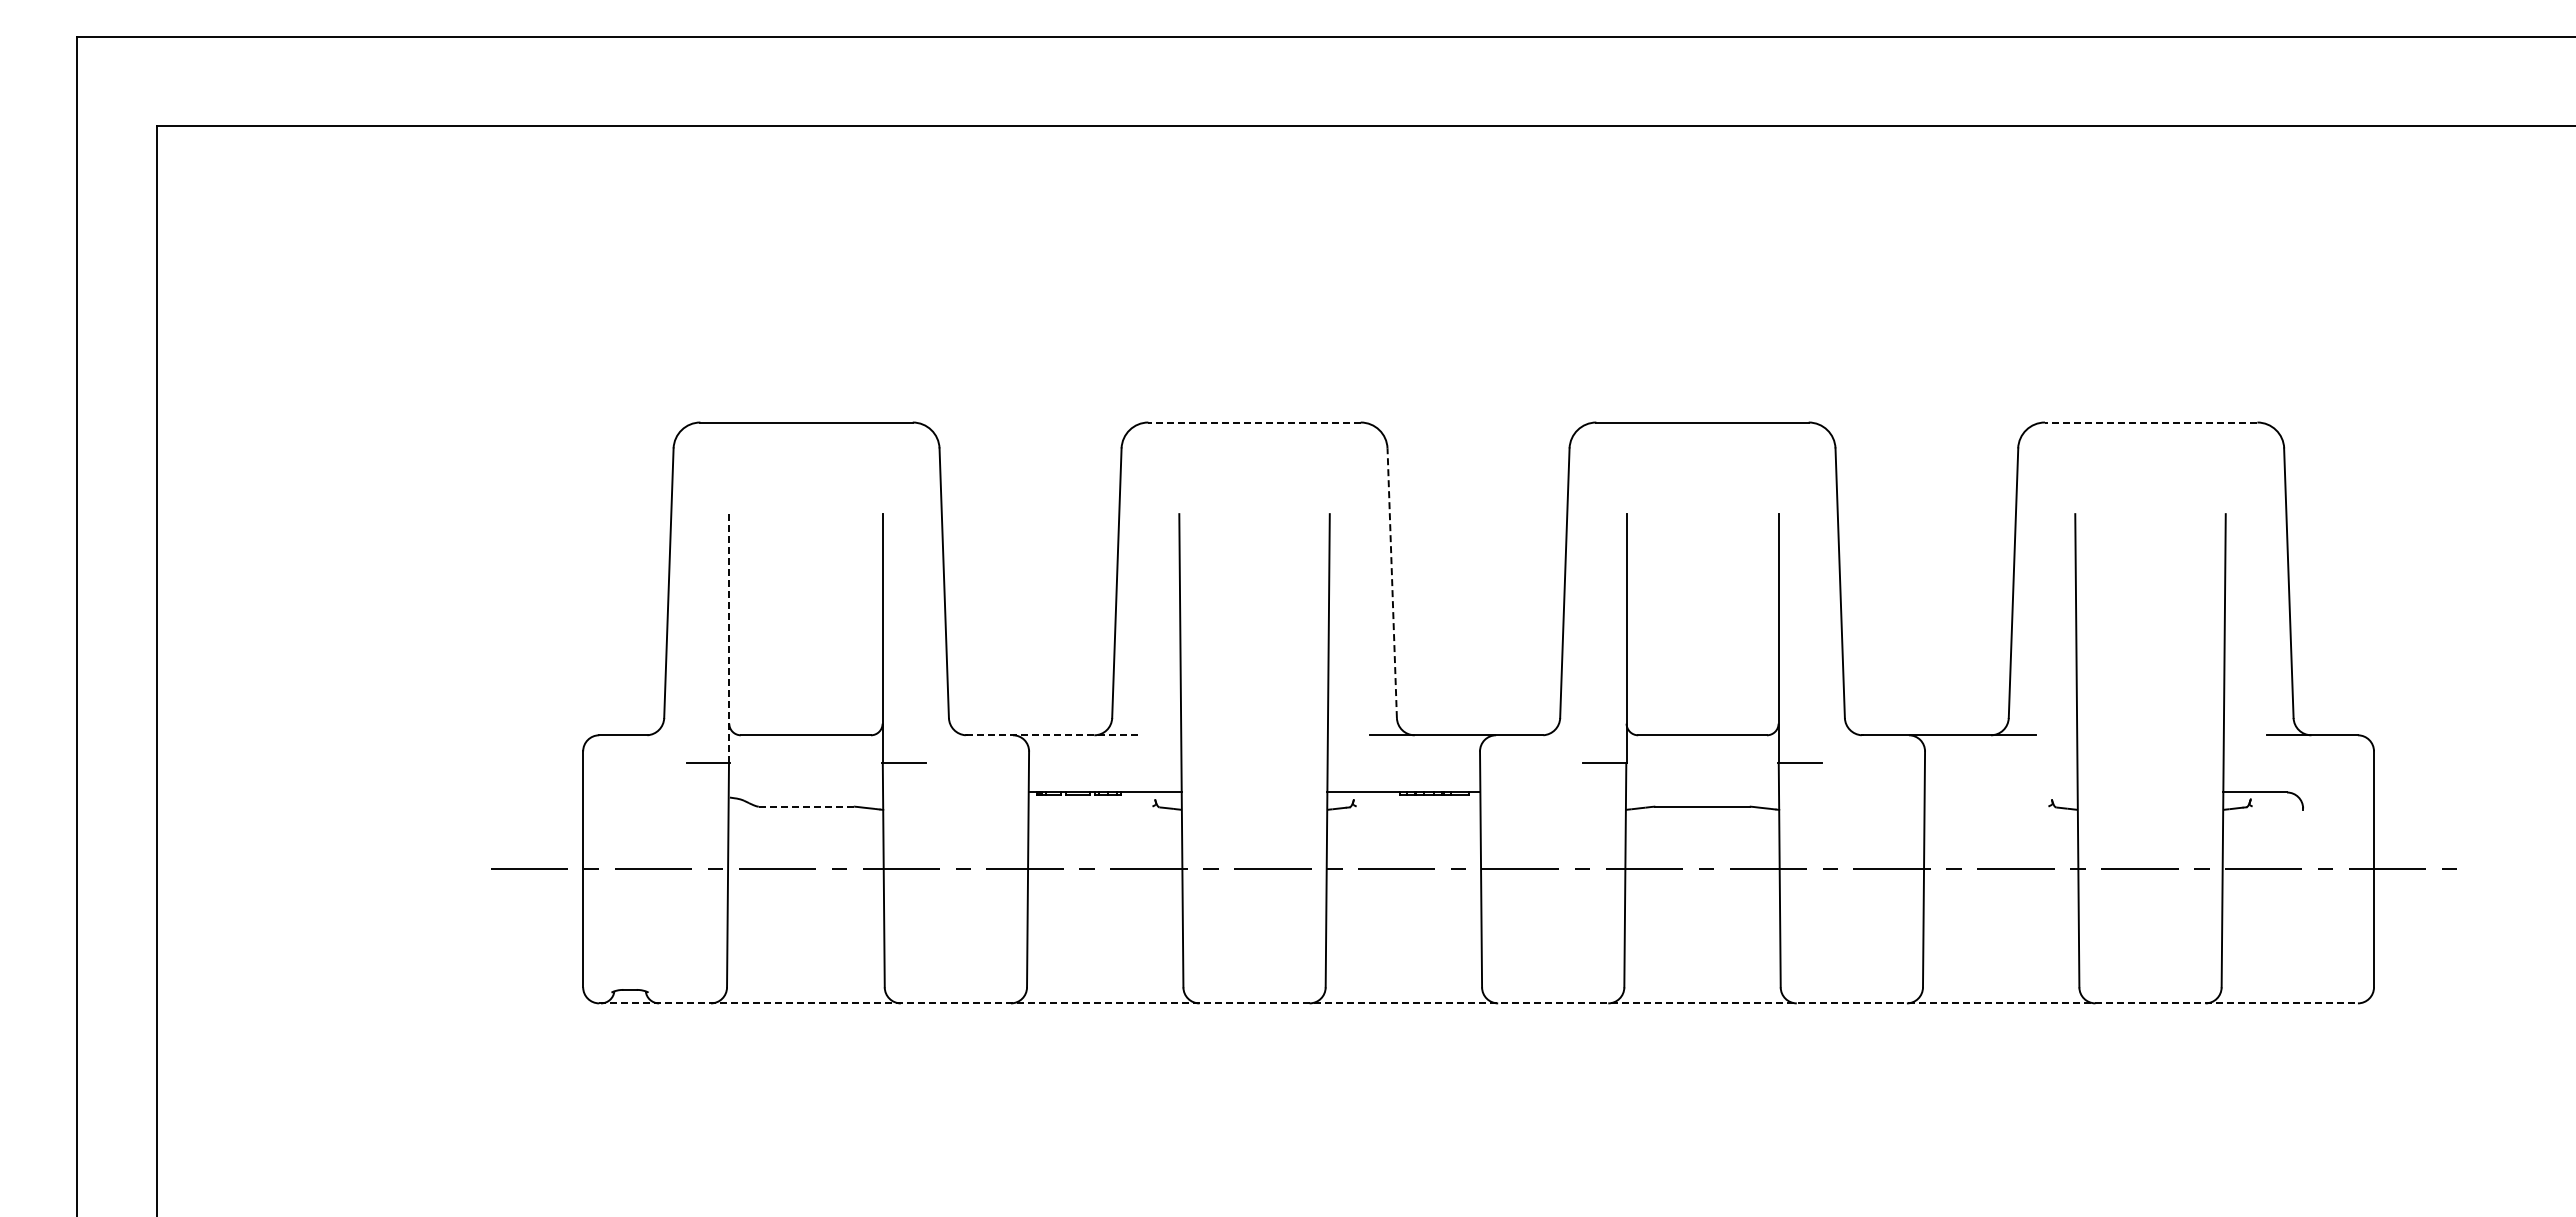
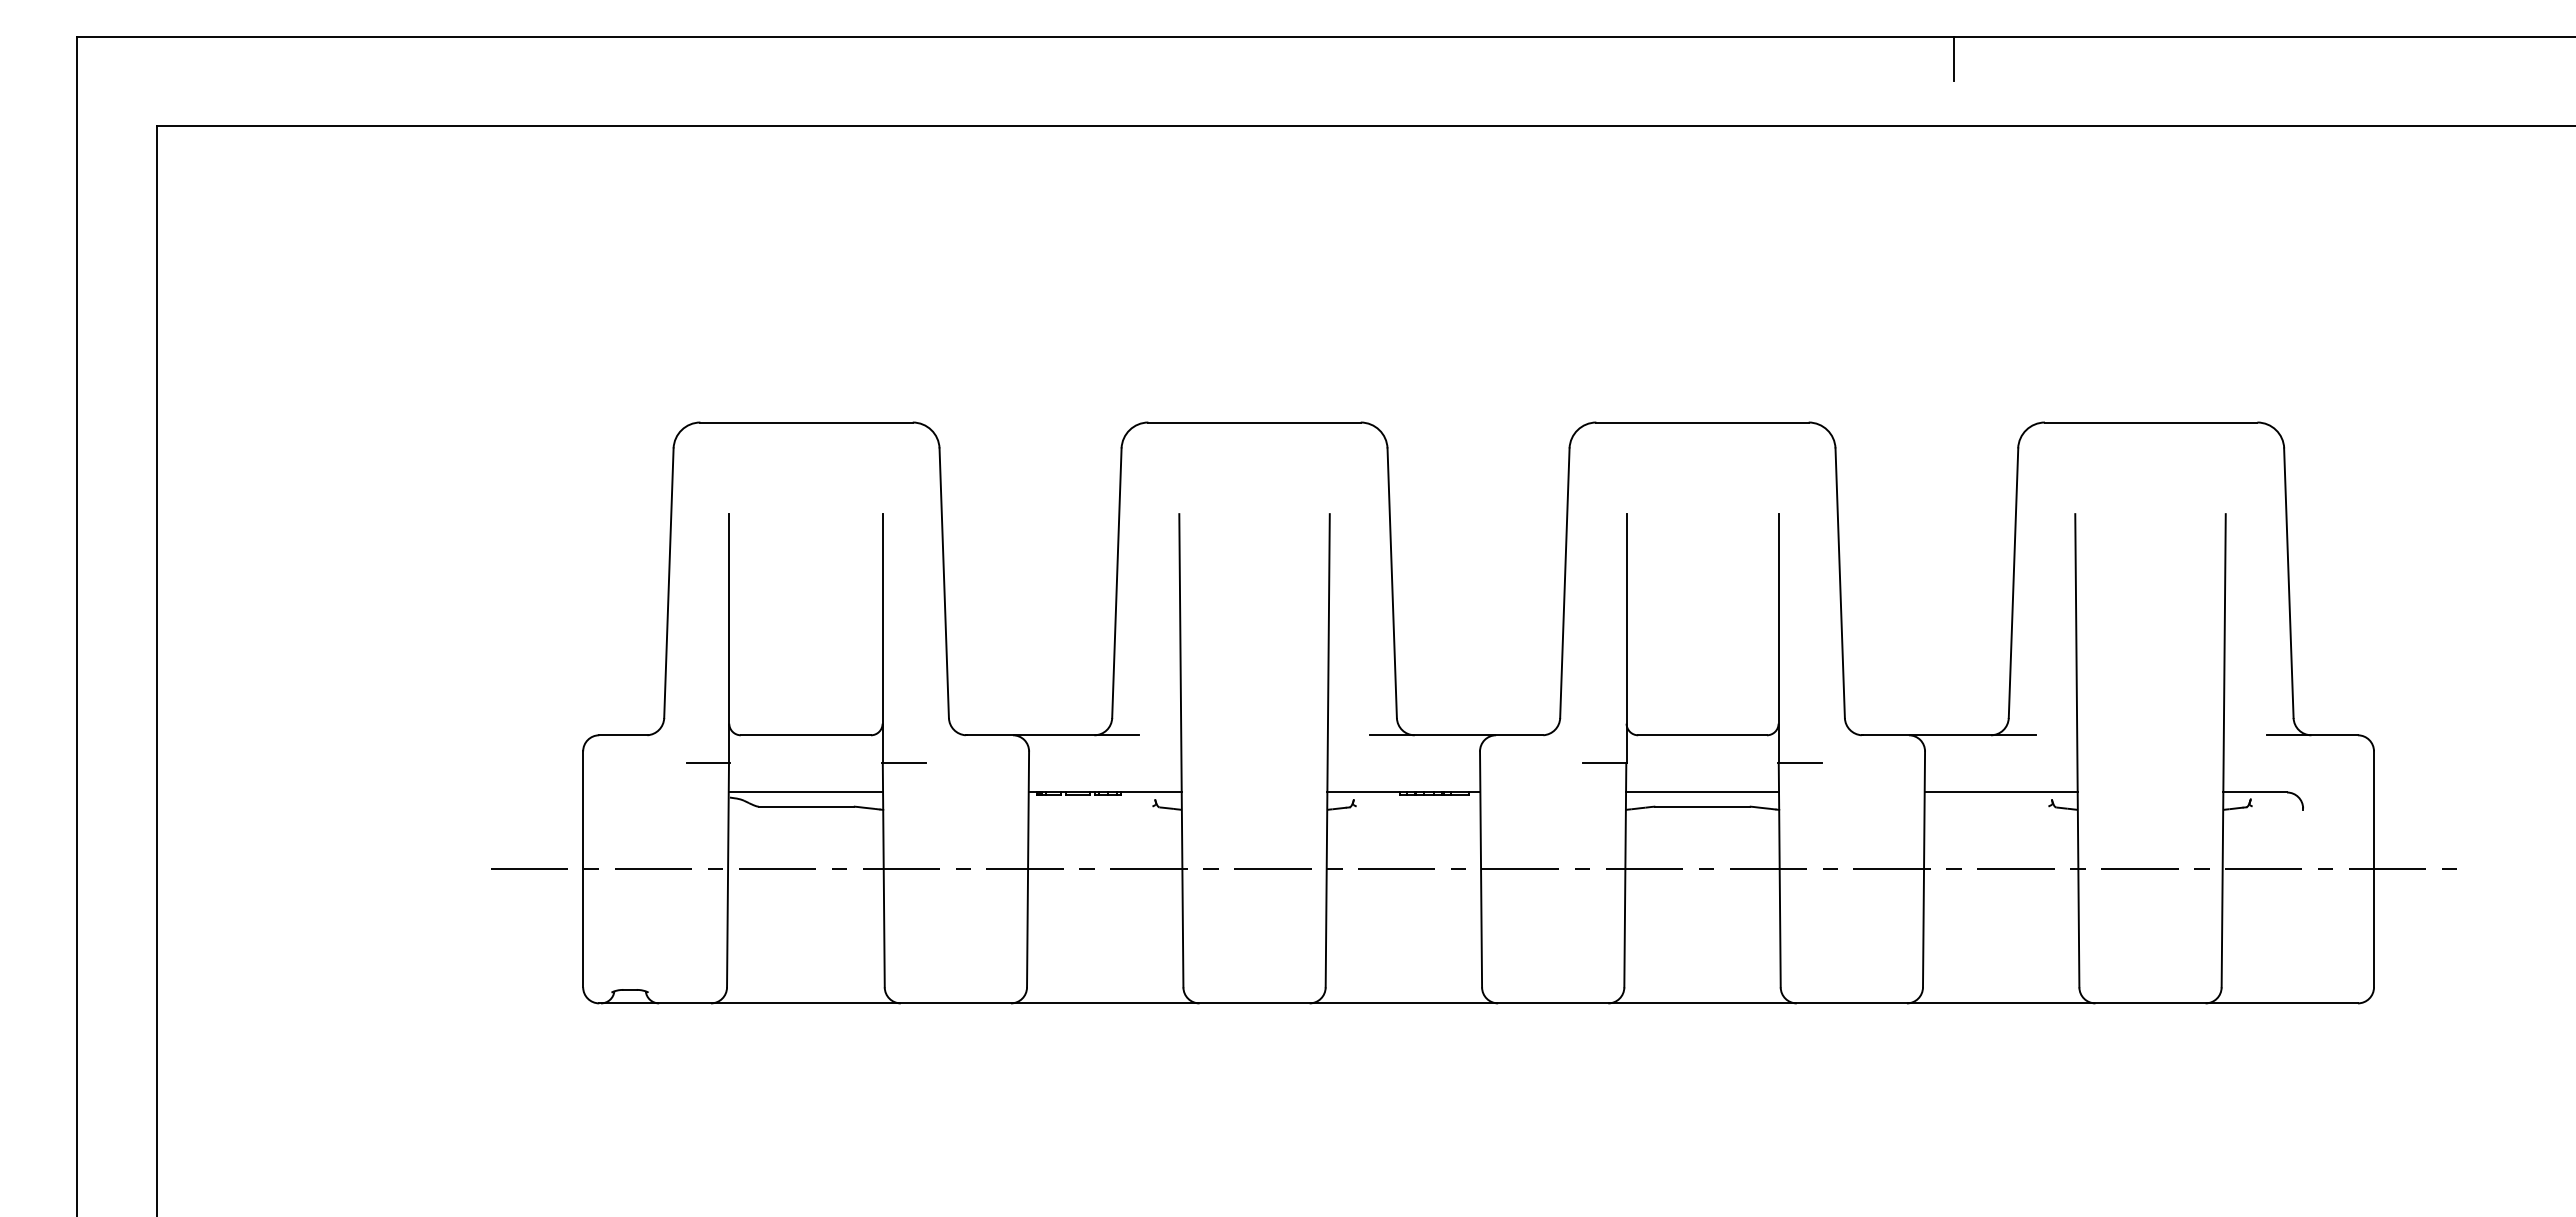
line at (1953, 58): none -> present
line at (1254, 422): dashed -> solid
line at (2150, 422): dashed -> solid
line at (1392, 583): dashed -> solid
line at (729, 638): dashed -> solid
line at (1052, 735): dashed -> solid
line at (805, 792): none -> present
line at (1702, 792): none -> present
line at (2000, 792): none -> present
line at (806, 806): dashed -> solid
line at (1479, 1003): dashed -> solid
